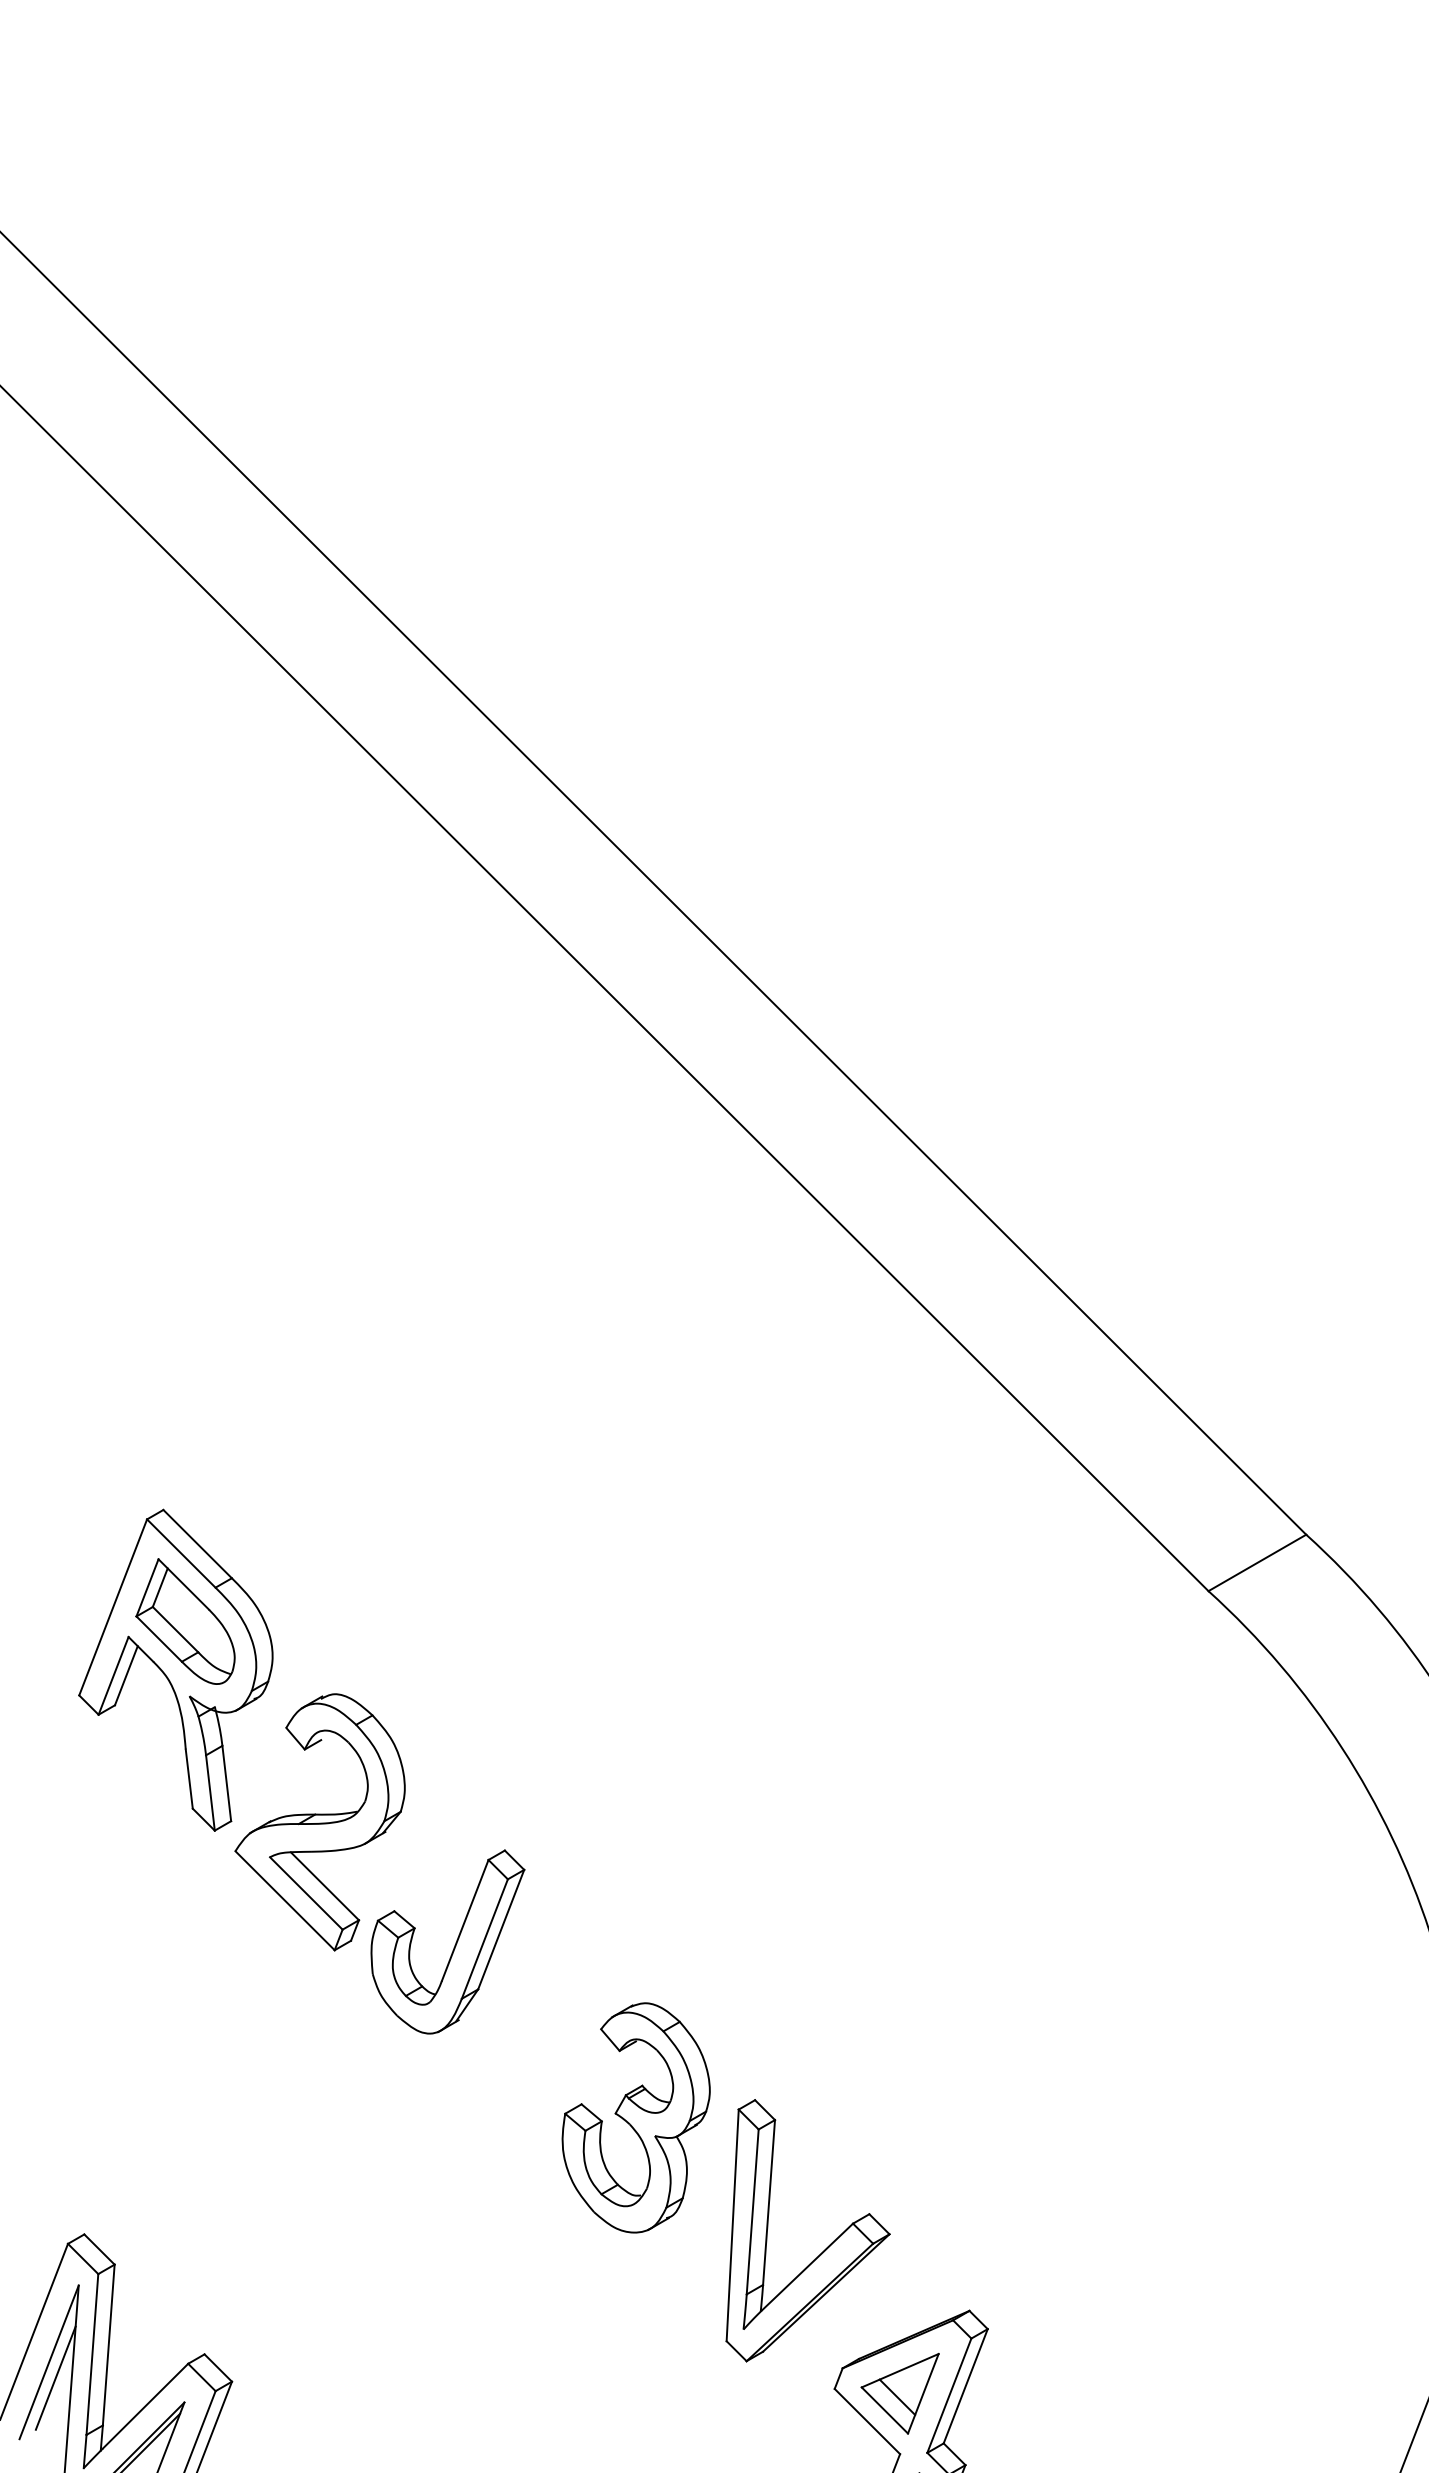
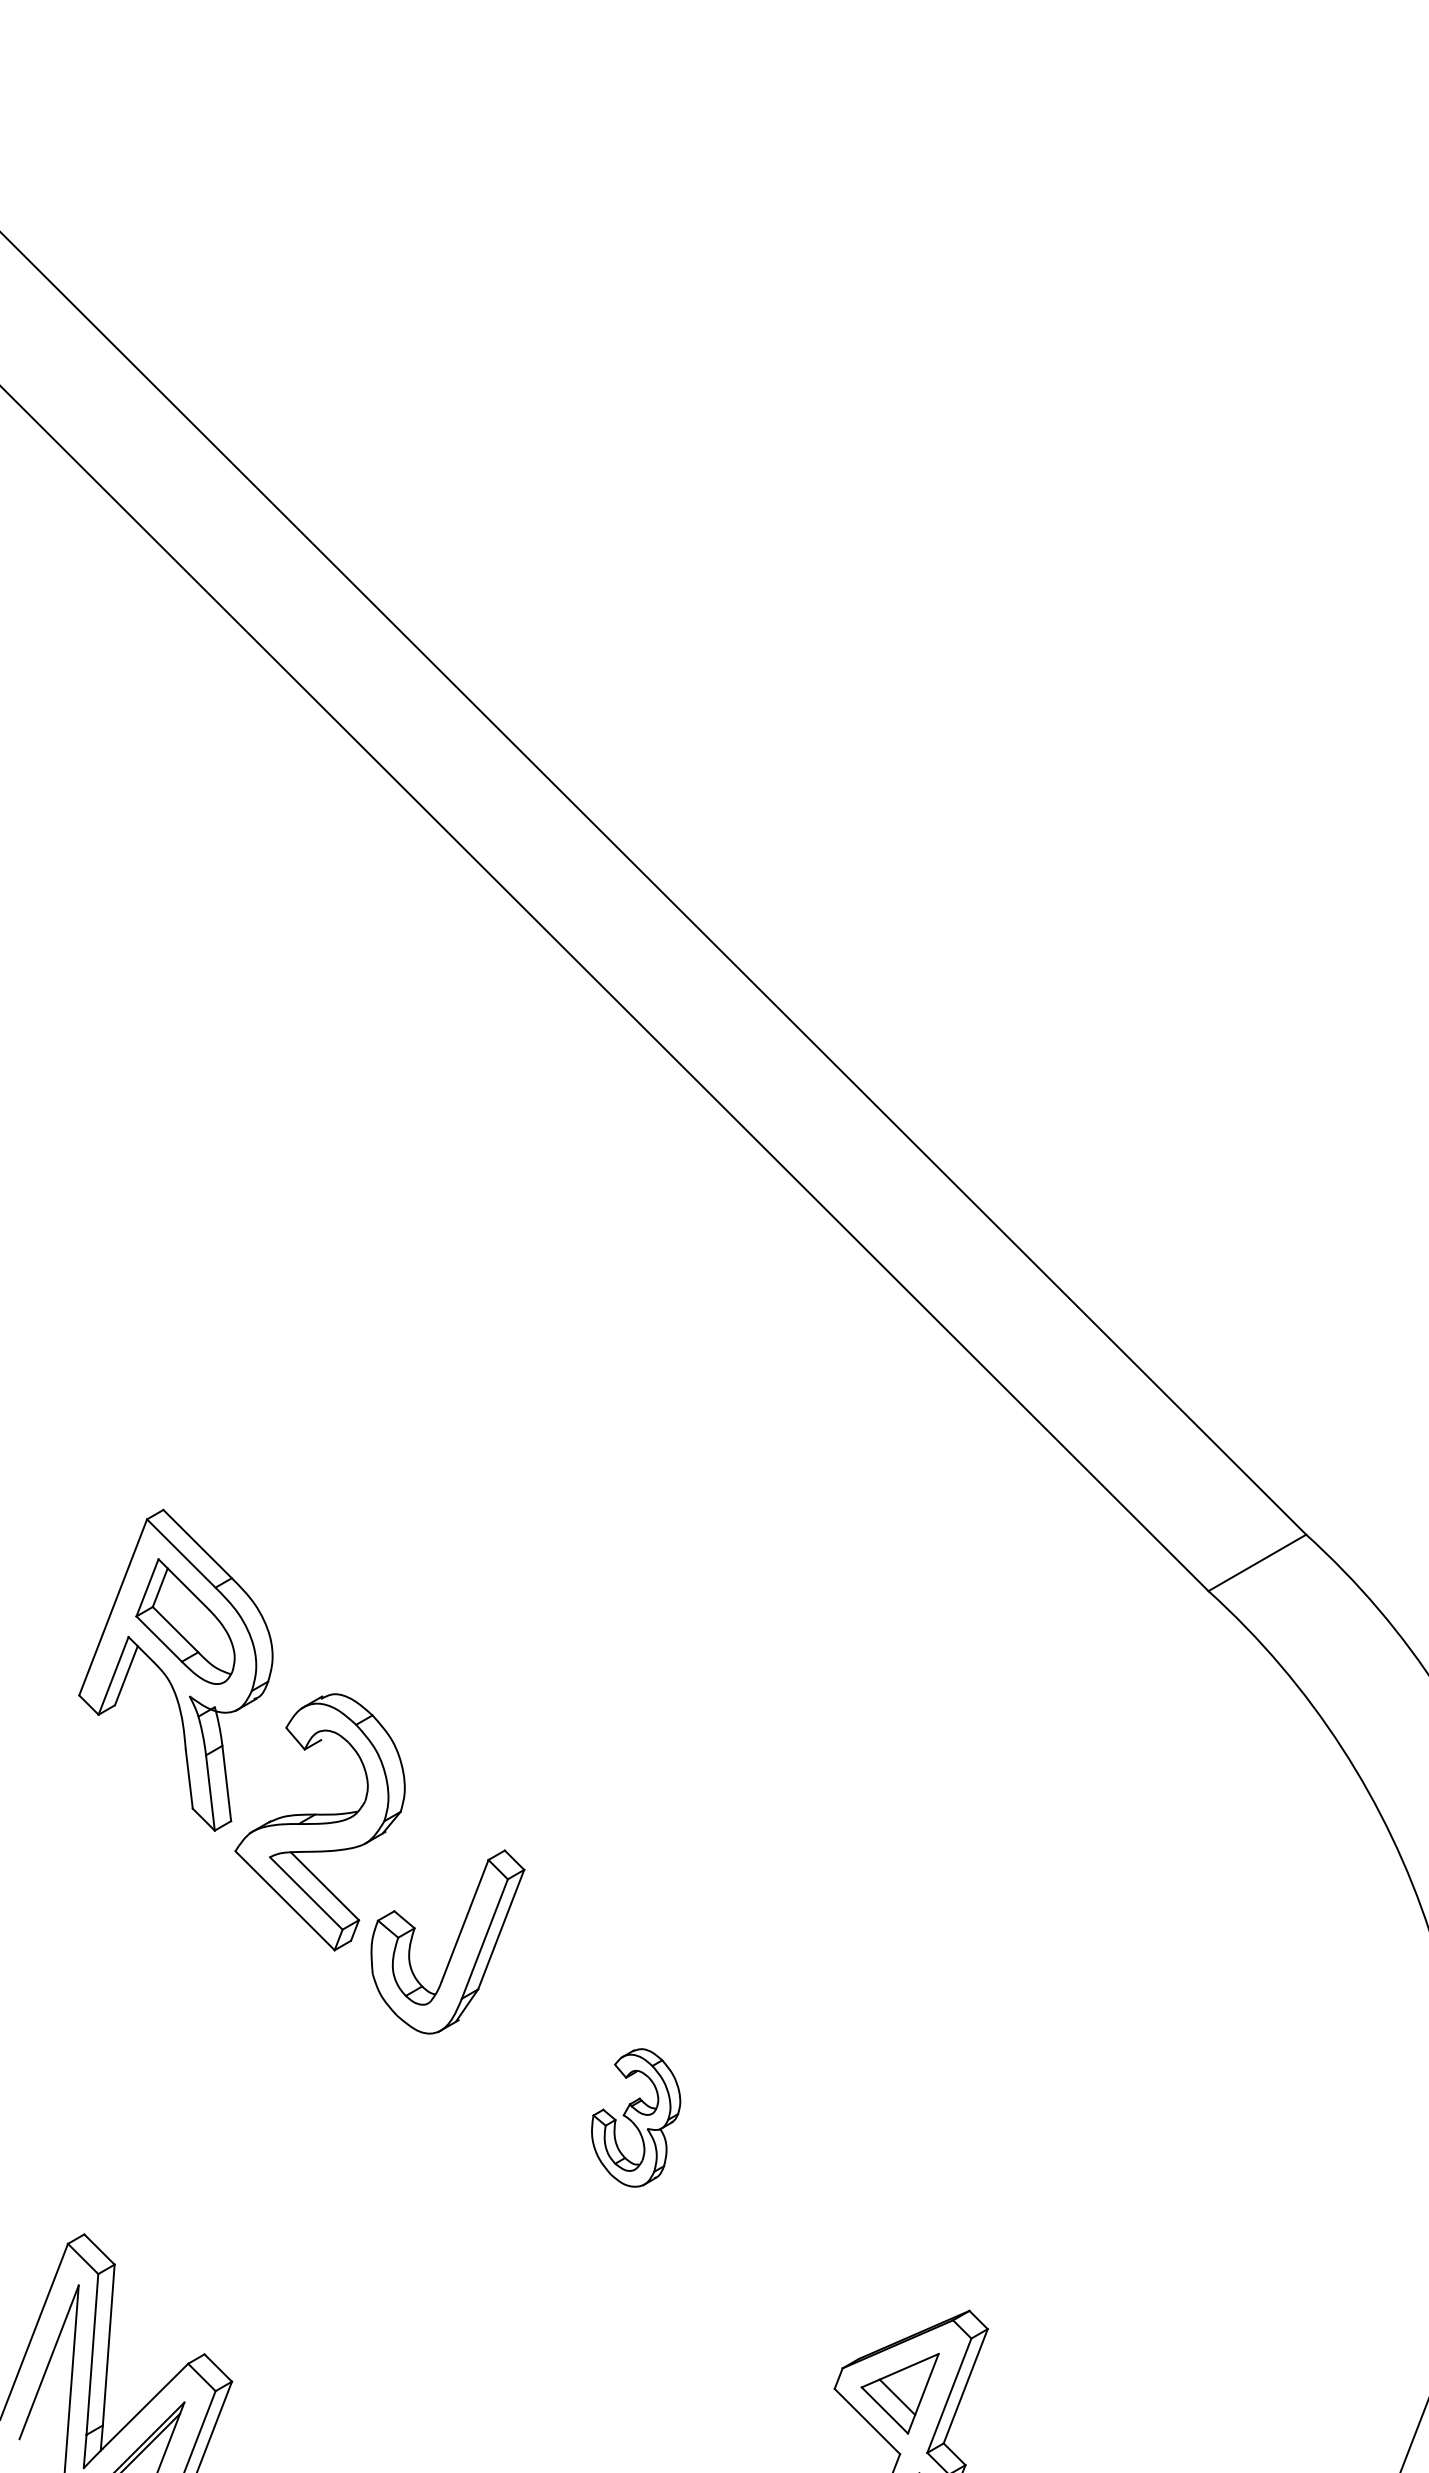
part at (635, 2117) size: 150x232 px -> 91x140 px
part at (825, 2248): present -> none
line at (55, 2377): present -> none
